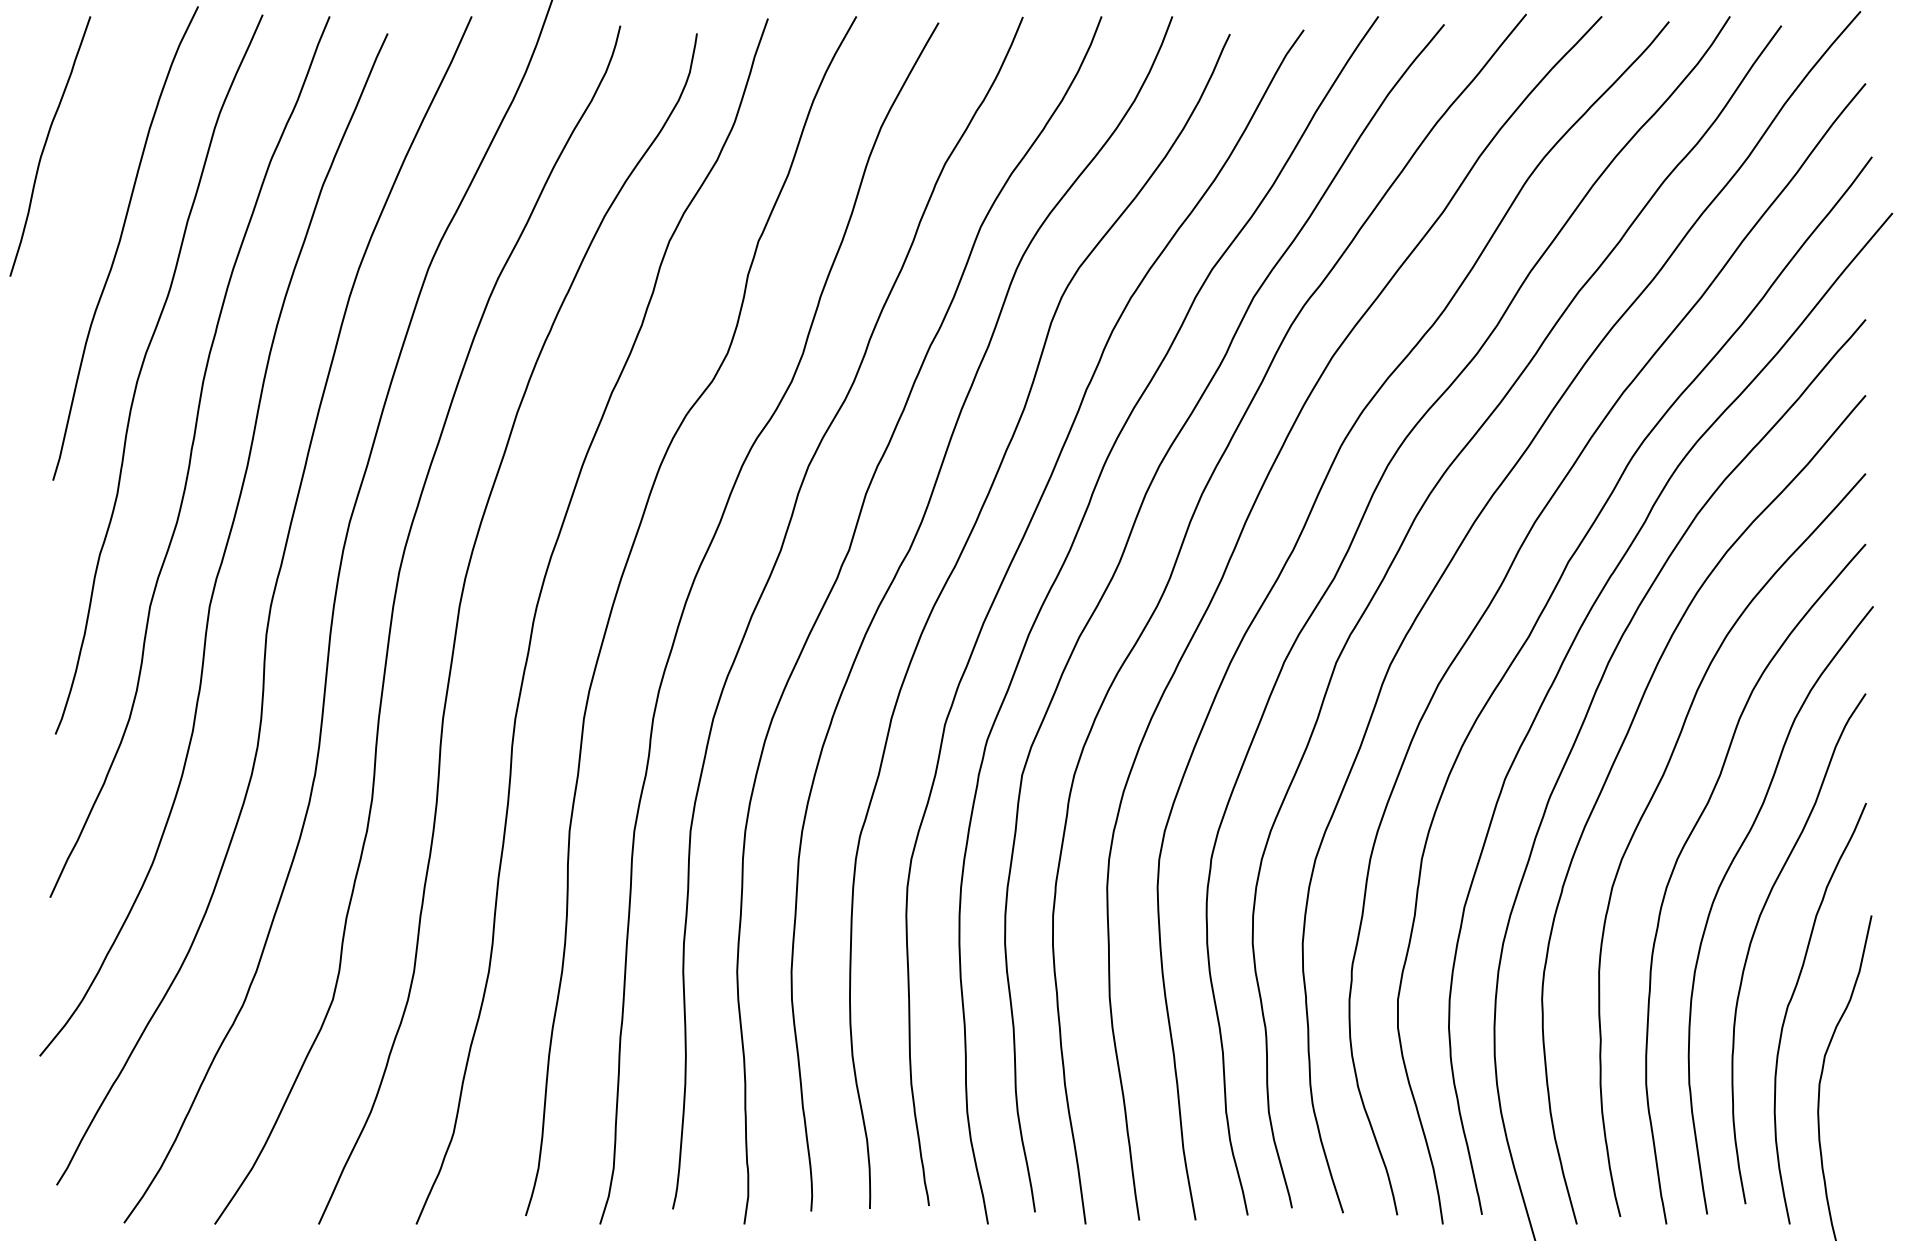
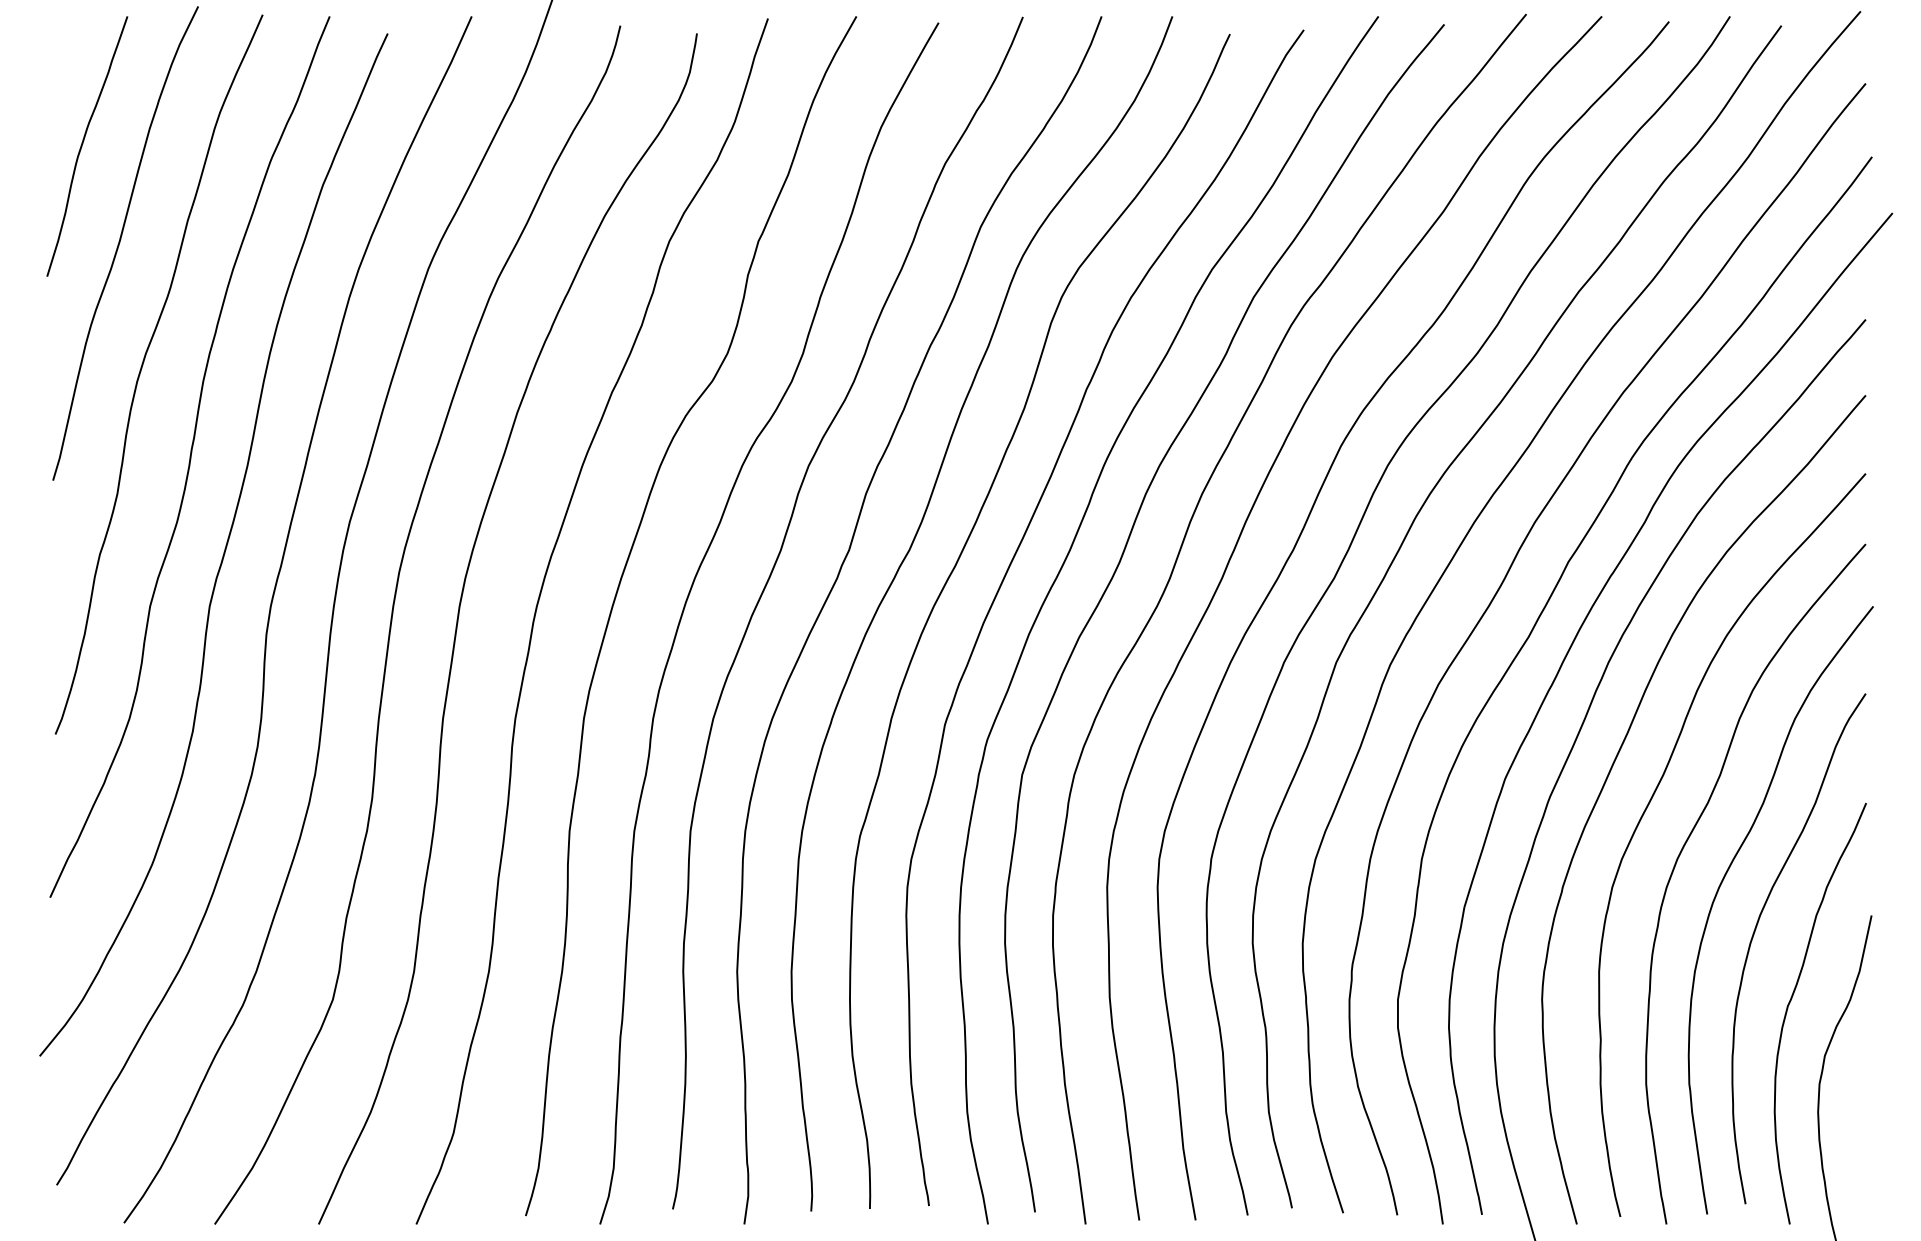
curve at (46, 143) position: (46, 143) -> (83, 143)
